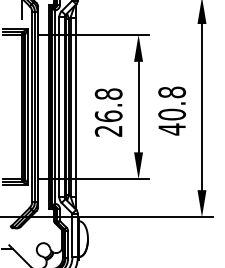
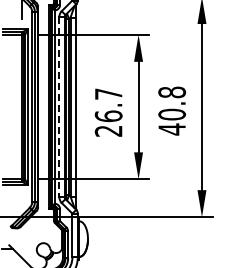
text at (108, 93): 26.8 -> 26.7
line at (59, 107): solid -> dashed
